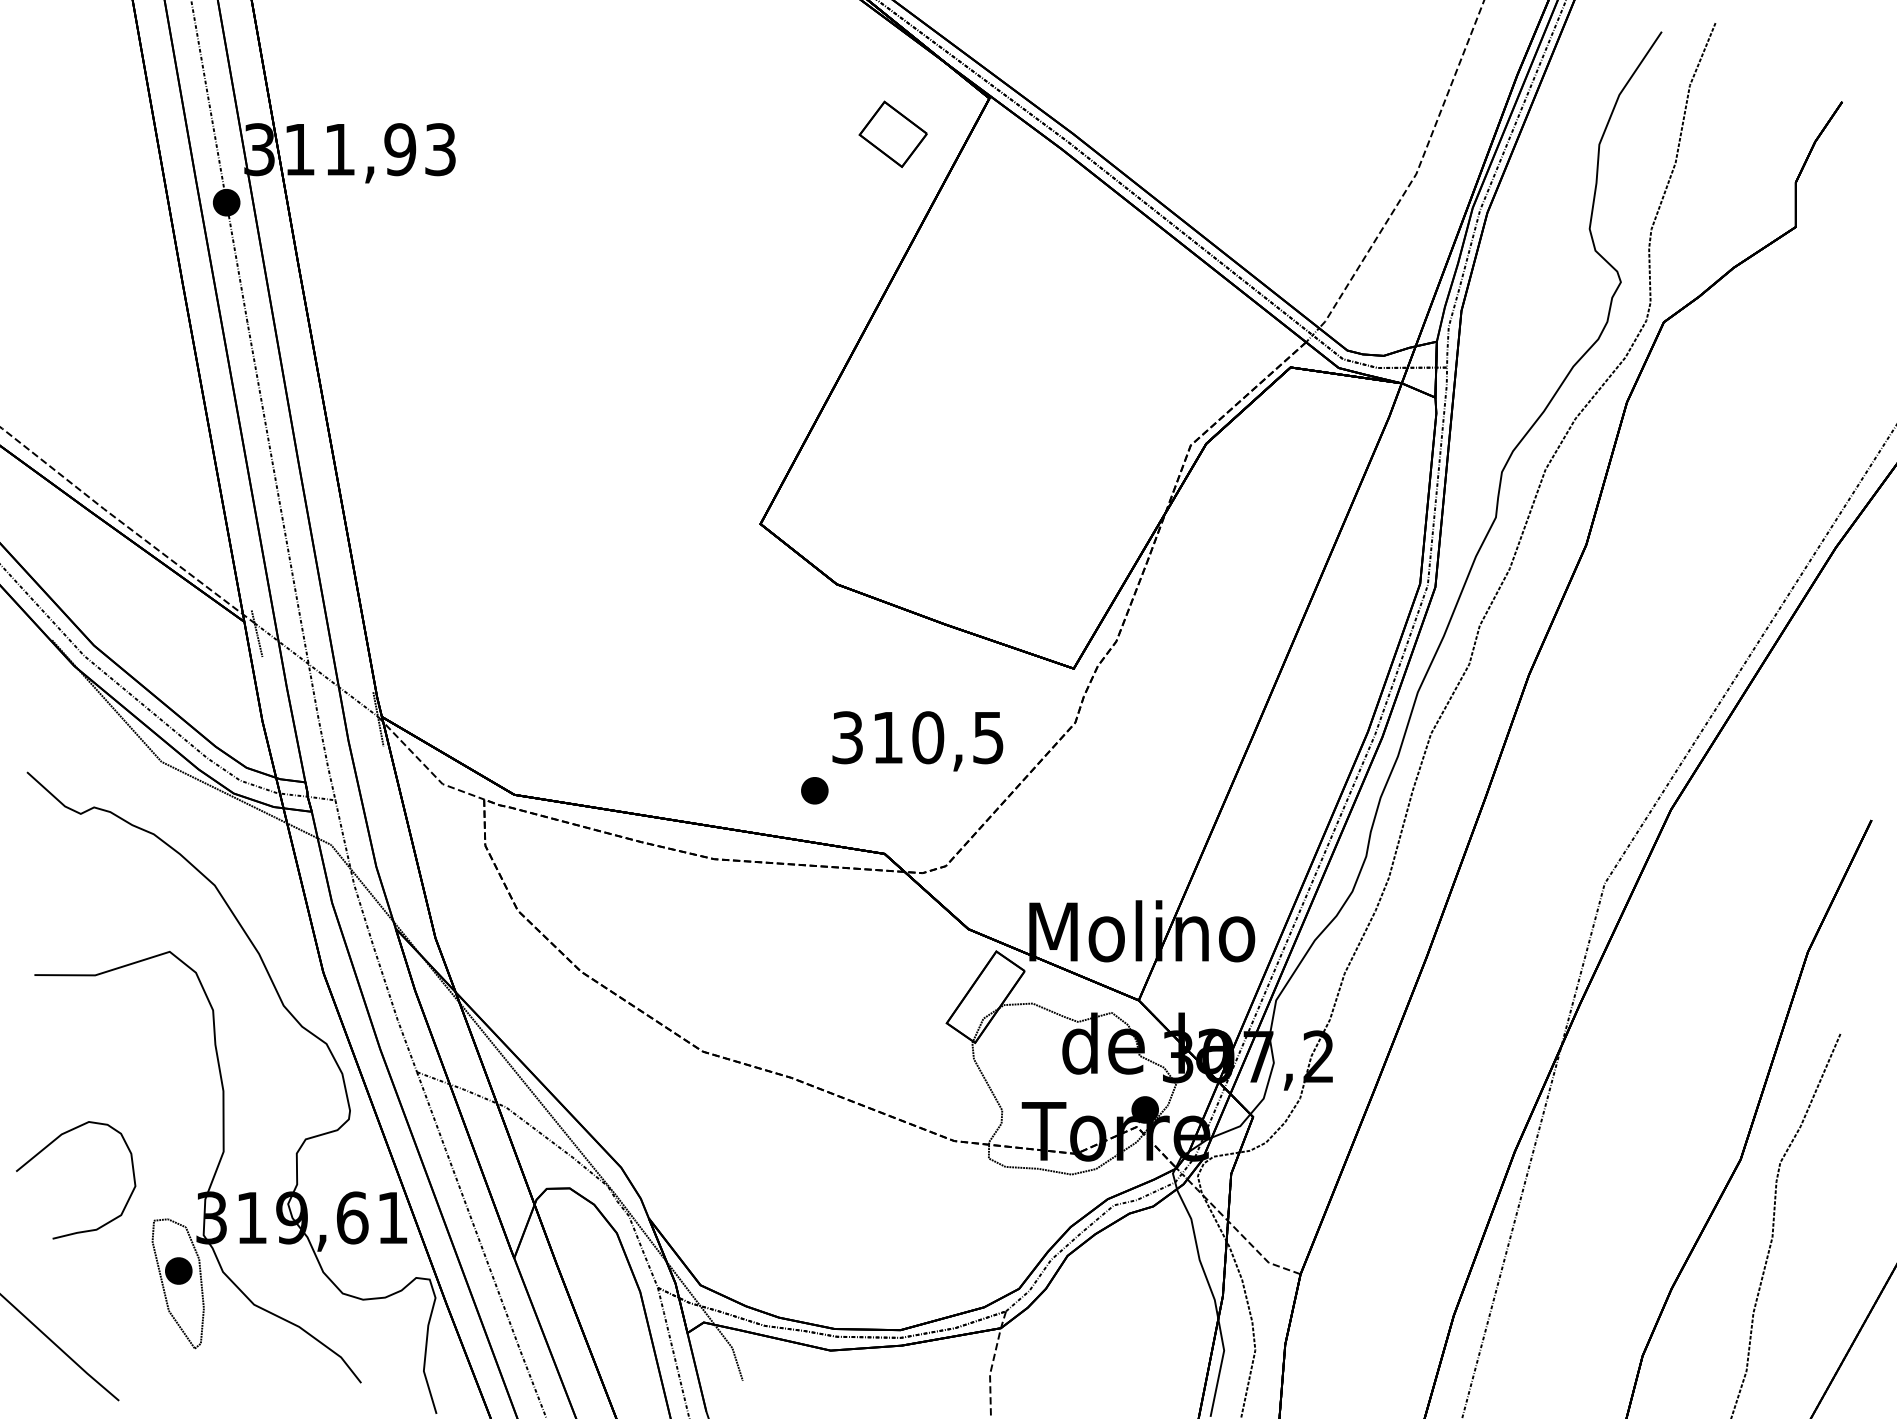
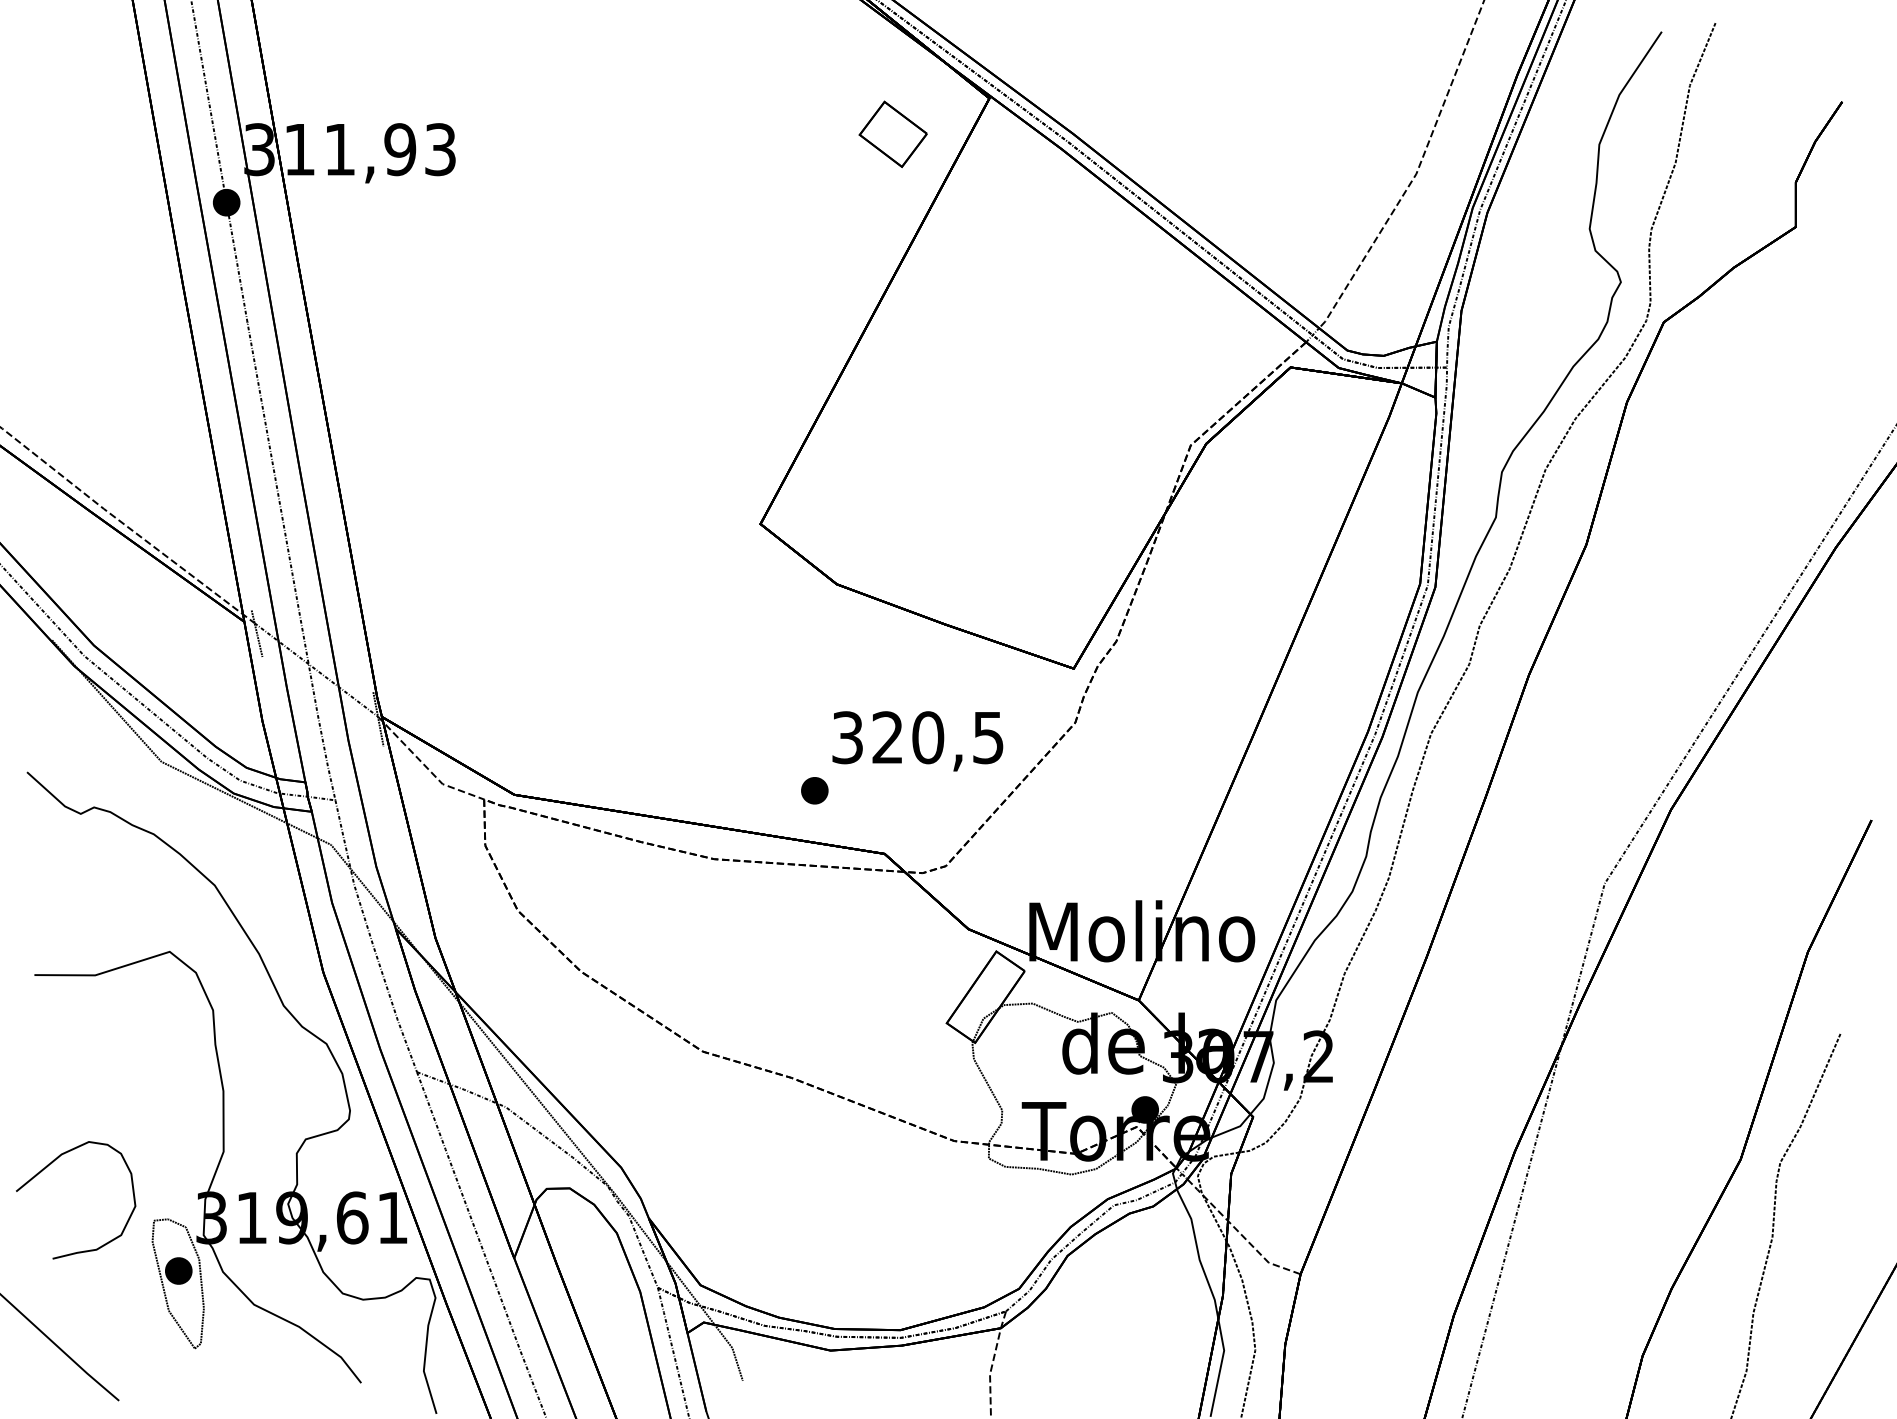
text at (887, 737): 310,5 -> 320,5
curve at (46, 1148) position: (46, 1148) -> (46, 1168)
